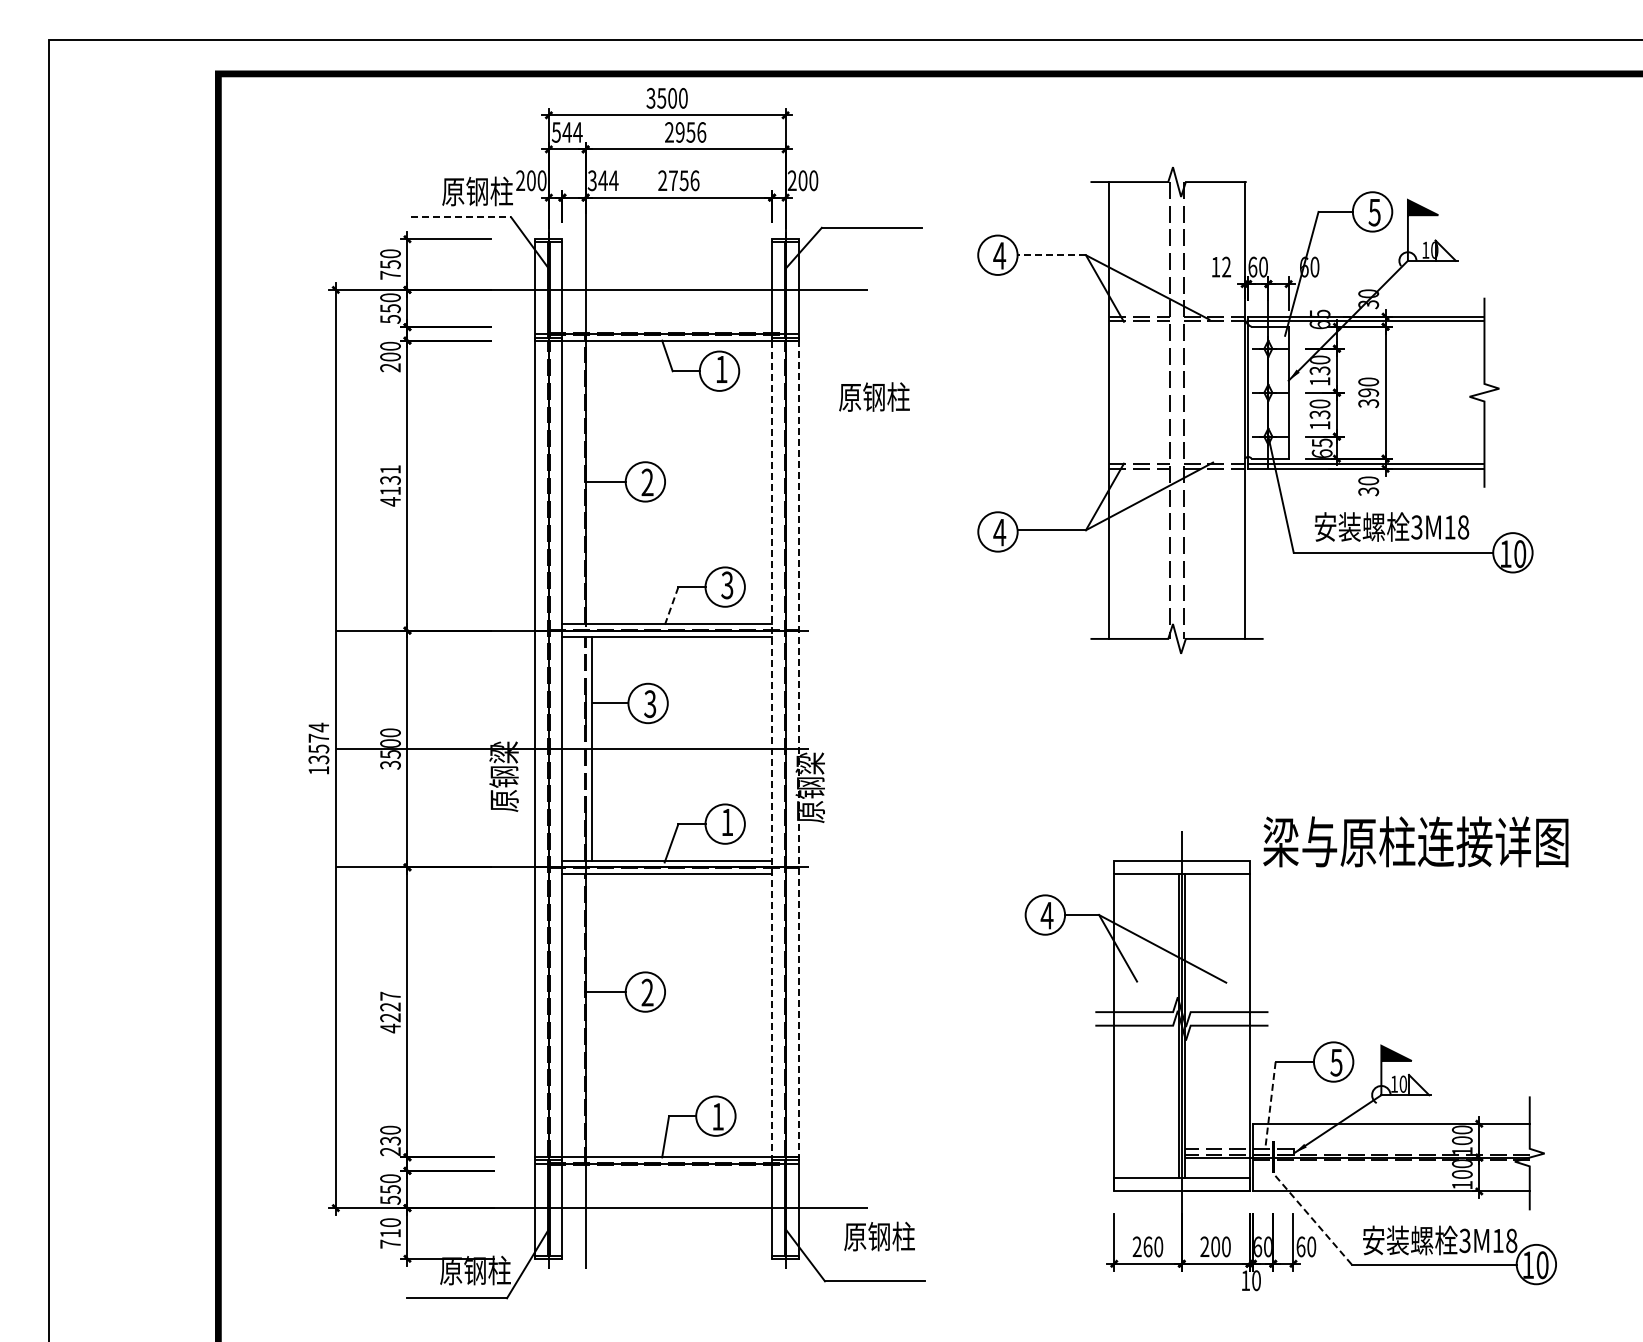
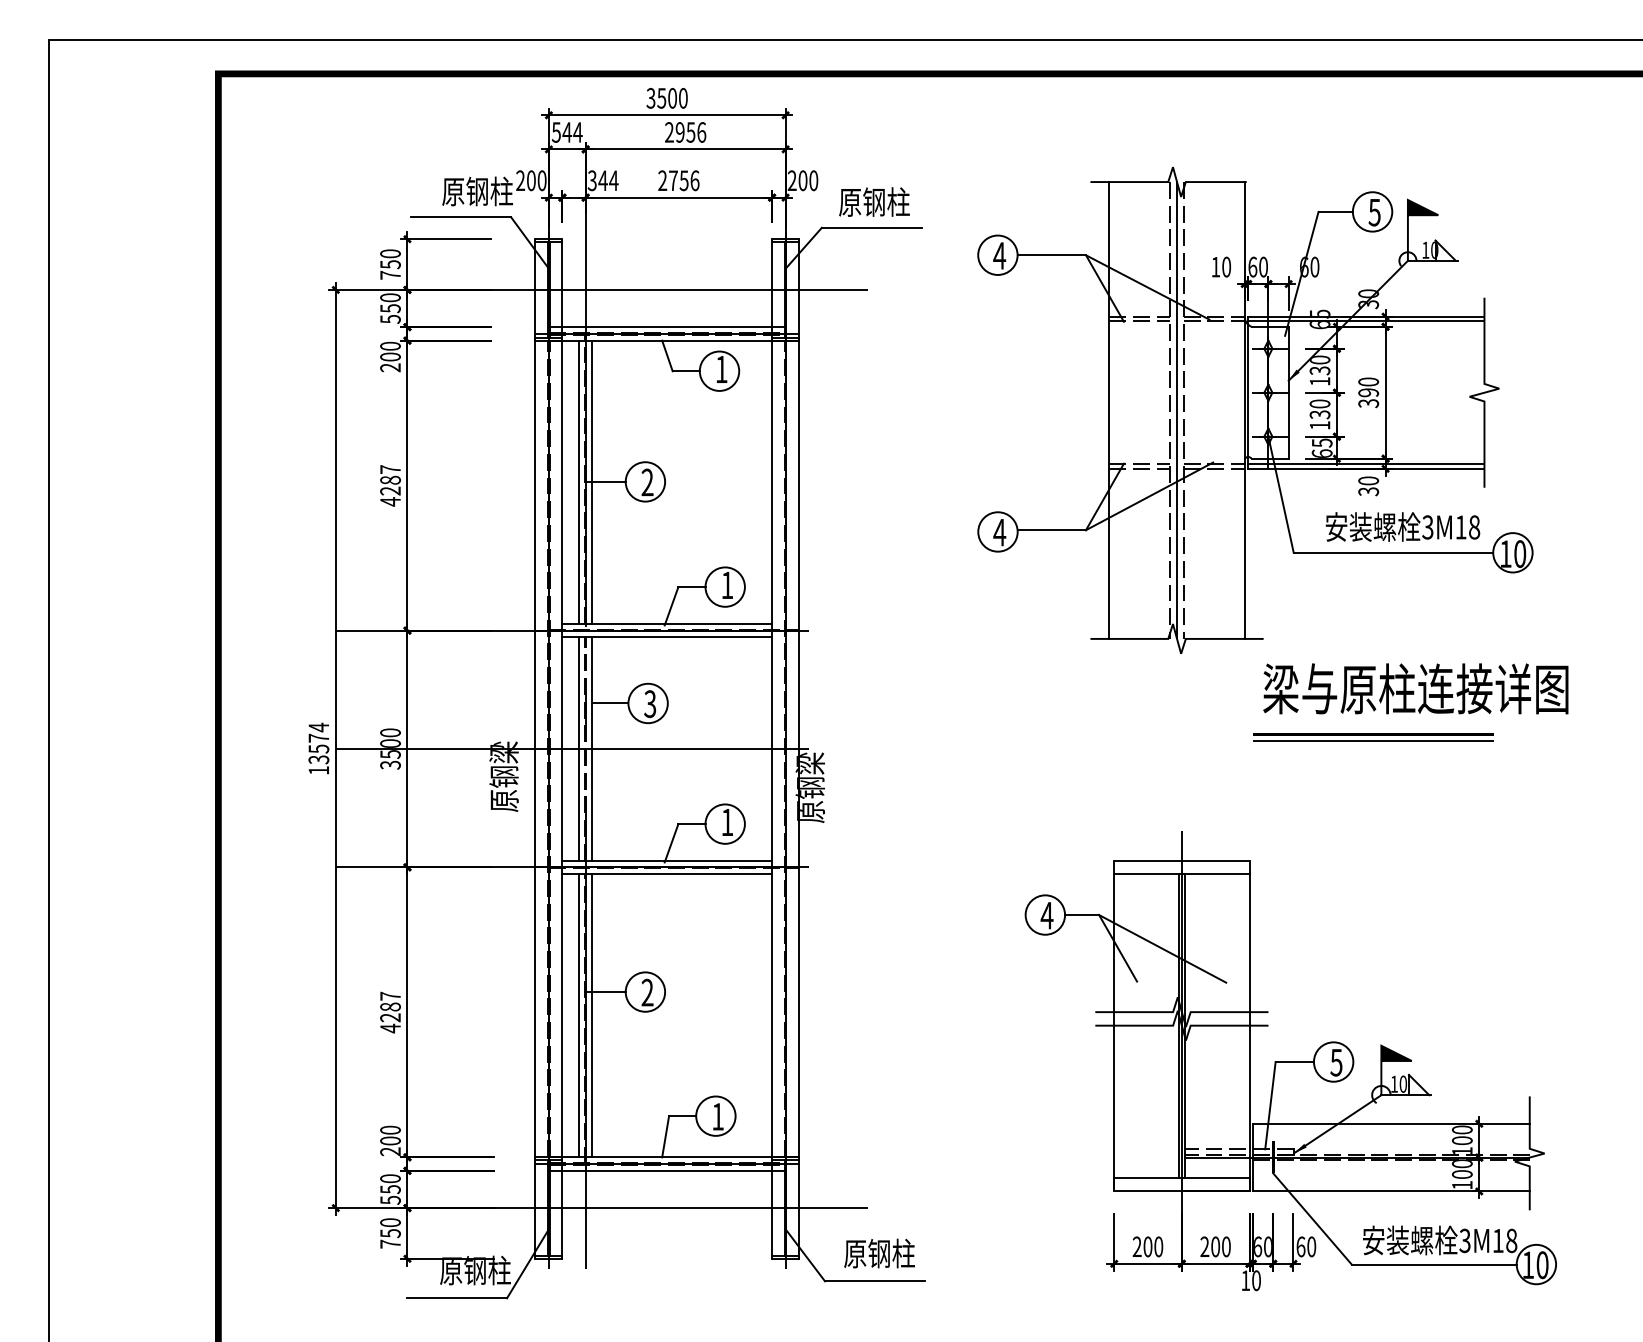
line at (461, 217): dashed -> solid
line at (1051, 255): dashed -> solid
text at (1226, 266): 12 -> 10
line at (666, 327): none -> present
text at (874, 396) position: (874, 396) -> (874, 201)
line at (1177, 410): none -> present
text at (390, 480): 4131 -> 4287
line at (578, 481): none -> present
line at (592, 481): none -> present
text at (1391, 526) position: (1391, 526) -> (1402, 526)
text at (727, 585): 3 -> 1
line at (671, 606): dashed -> solid
part at (1373, 737): none -> present
line at (578, 748): none -> present
line at (799, 748): dashed -> solid
line at (772, 749): dashed -> solid
text at (1415, 841) position: (1415, 841) -> (1415, 688)
text at (390, 1006): 4227 -> 4287
line at (578, 1015): none -> present
line at (592, 1015): none -> present
line at (1270, 1105): dashed -> solid
text at (390, 1140): 230 -> 200
line at (666, 1170): none -> present
line at (1312, 1218): dashed -> solid
text at (390, 1233): 710 -> 750
text at (879, 1236) position: (879, 1236) -> (879, 1253)
text at (1147, 1246): 260 -> 200
